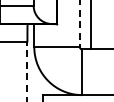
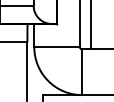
line at (79, 24): dashed -> solid
line at (27, 71): dashed -> solid
